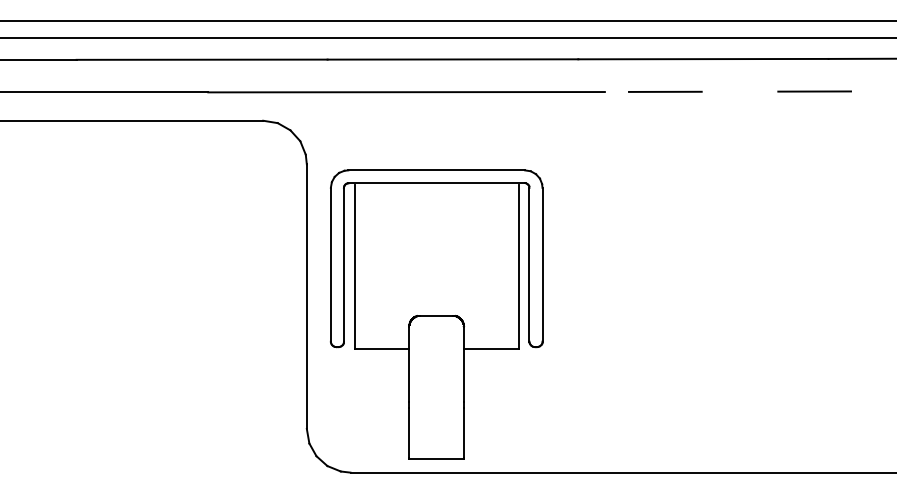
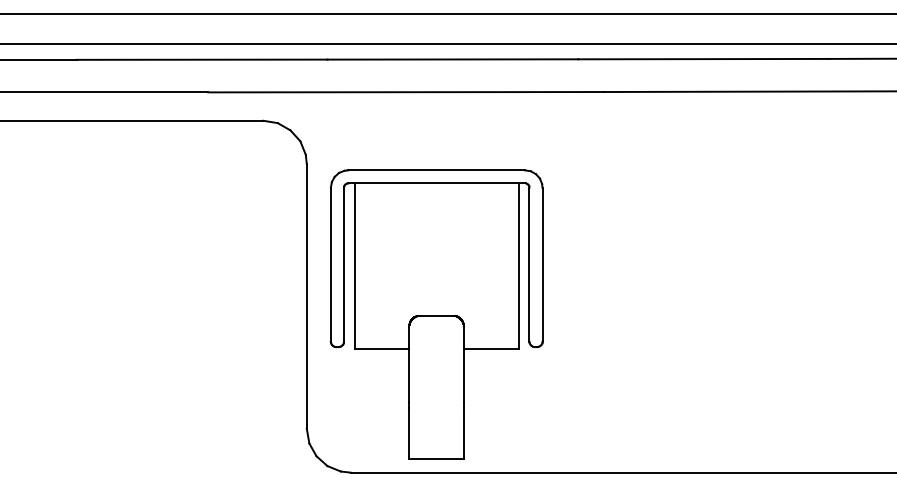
line at (447, 21) position: (447, 21) -> (447, 14)
line at (447, 37) position: (447, 37) -> (447, 43)
line at (750, 91): dashed -> solid
